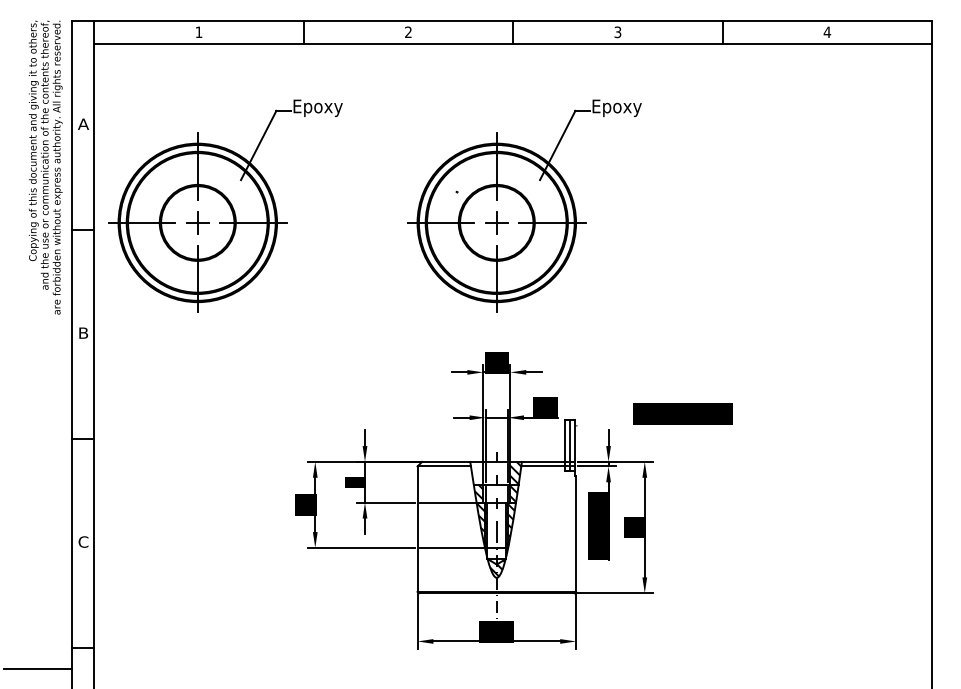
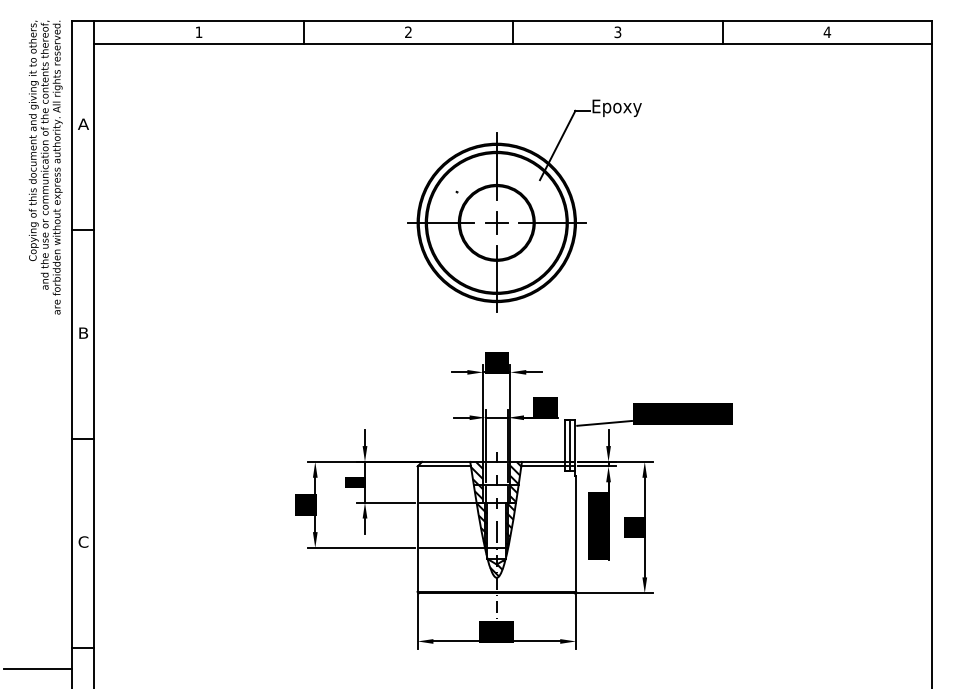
part at (225, 205): present -> none
line at (604, 422): none -> present
hatch at (477, 472): none -> present
